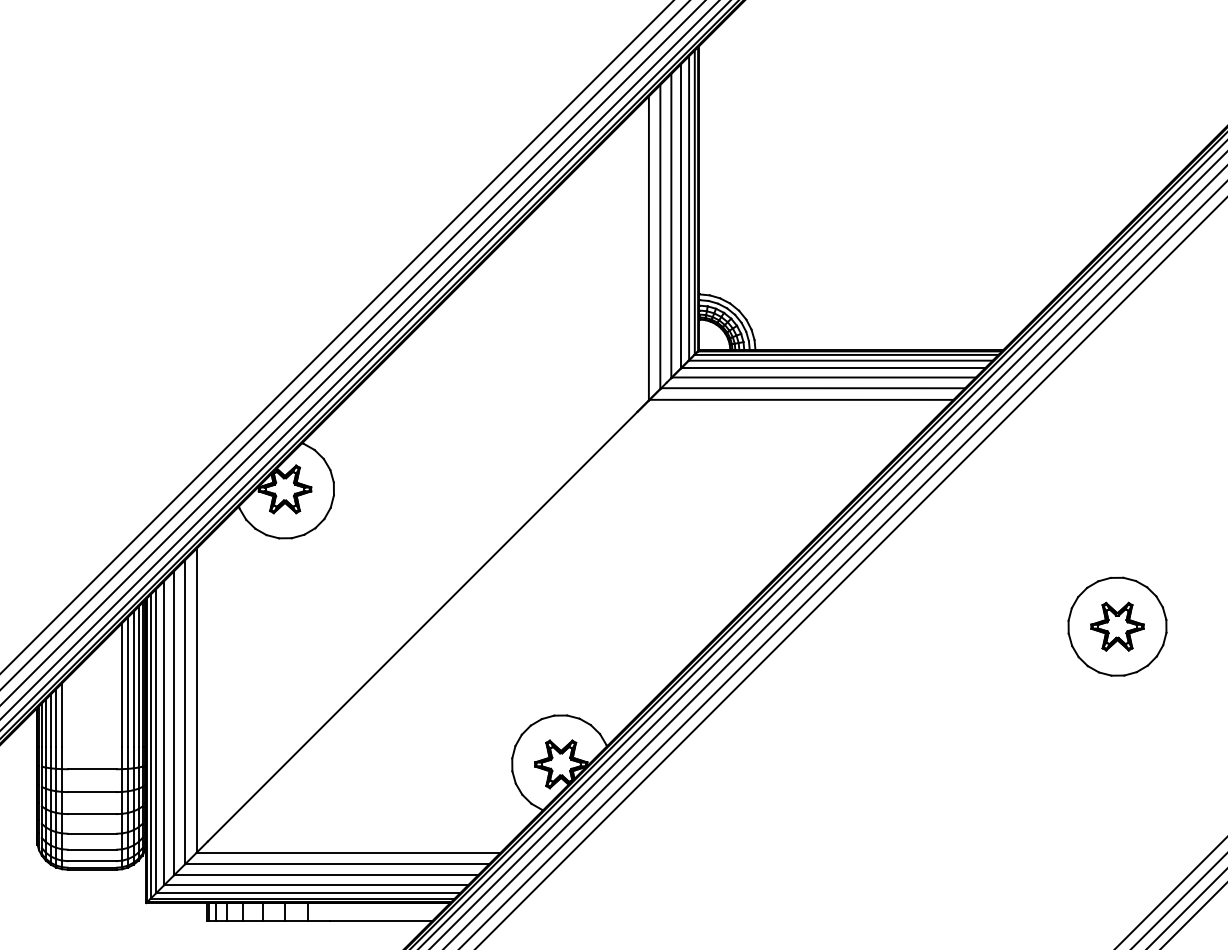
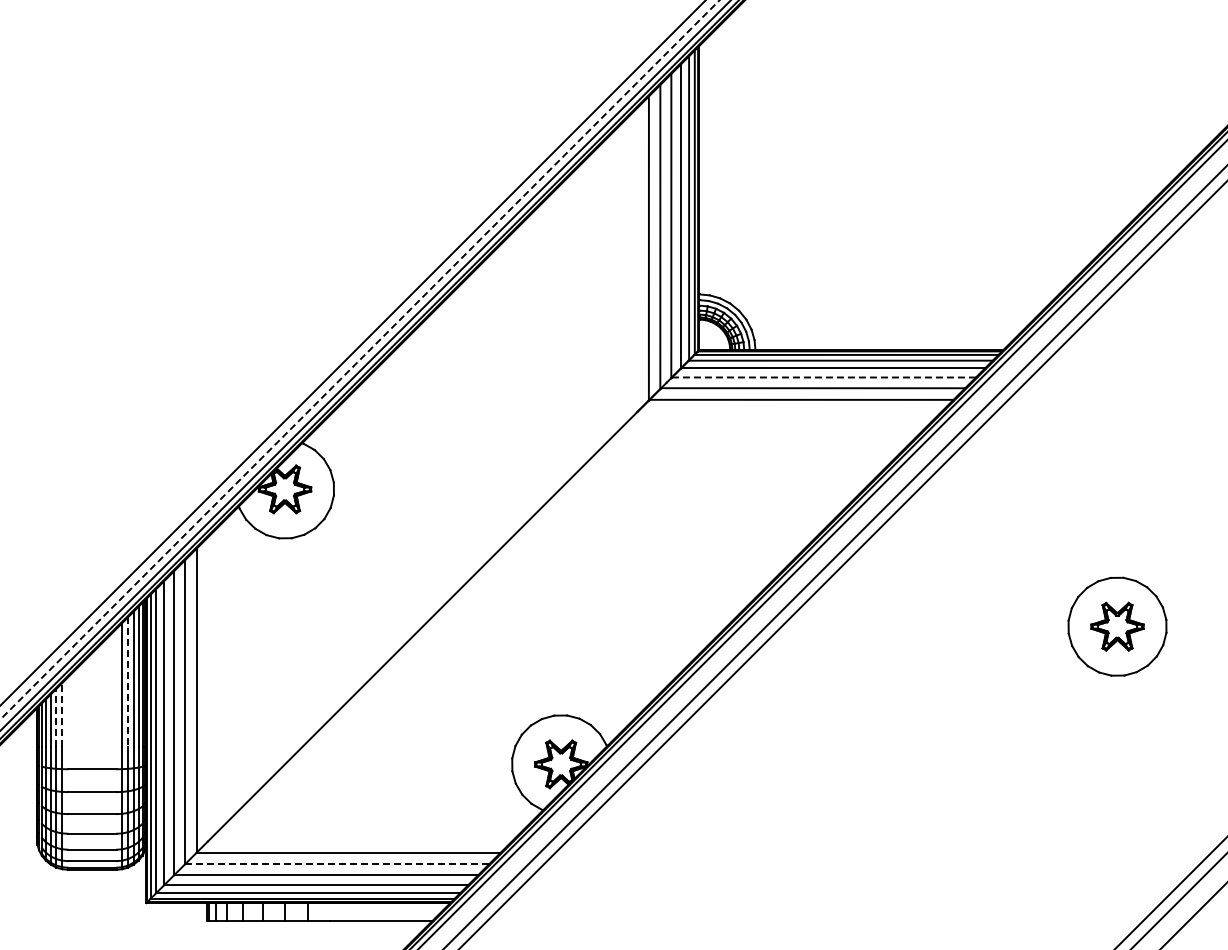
line at (336, 337): present -> none
line at (345, 344): present -> none
line at (360, 359): solid -> dashed
line at (823, 377): solid -> dashed
line at (828, 549): present -> none
line at (850, 573): present -> none
line at (128, 682): solid -> dashed
line at (62, 715): solid -> dashed
line at (56, 717): solid -> dashed
line at (337, 864): solid -> dashed
line at (1186, 908): present -> none
